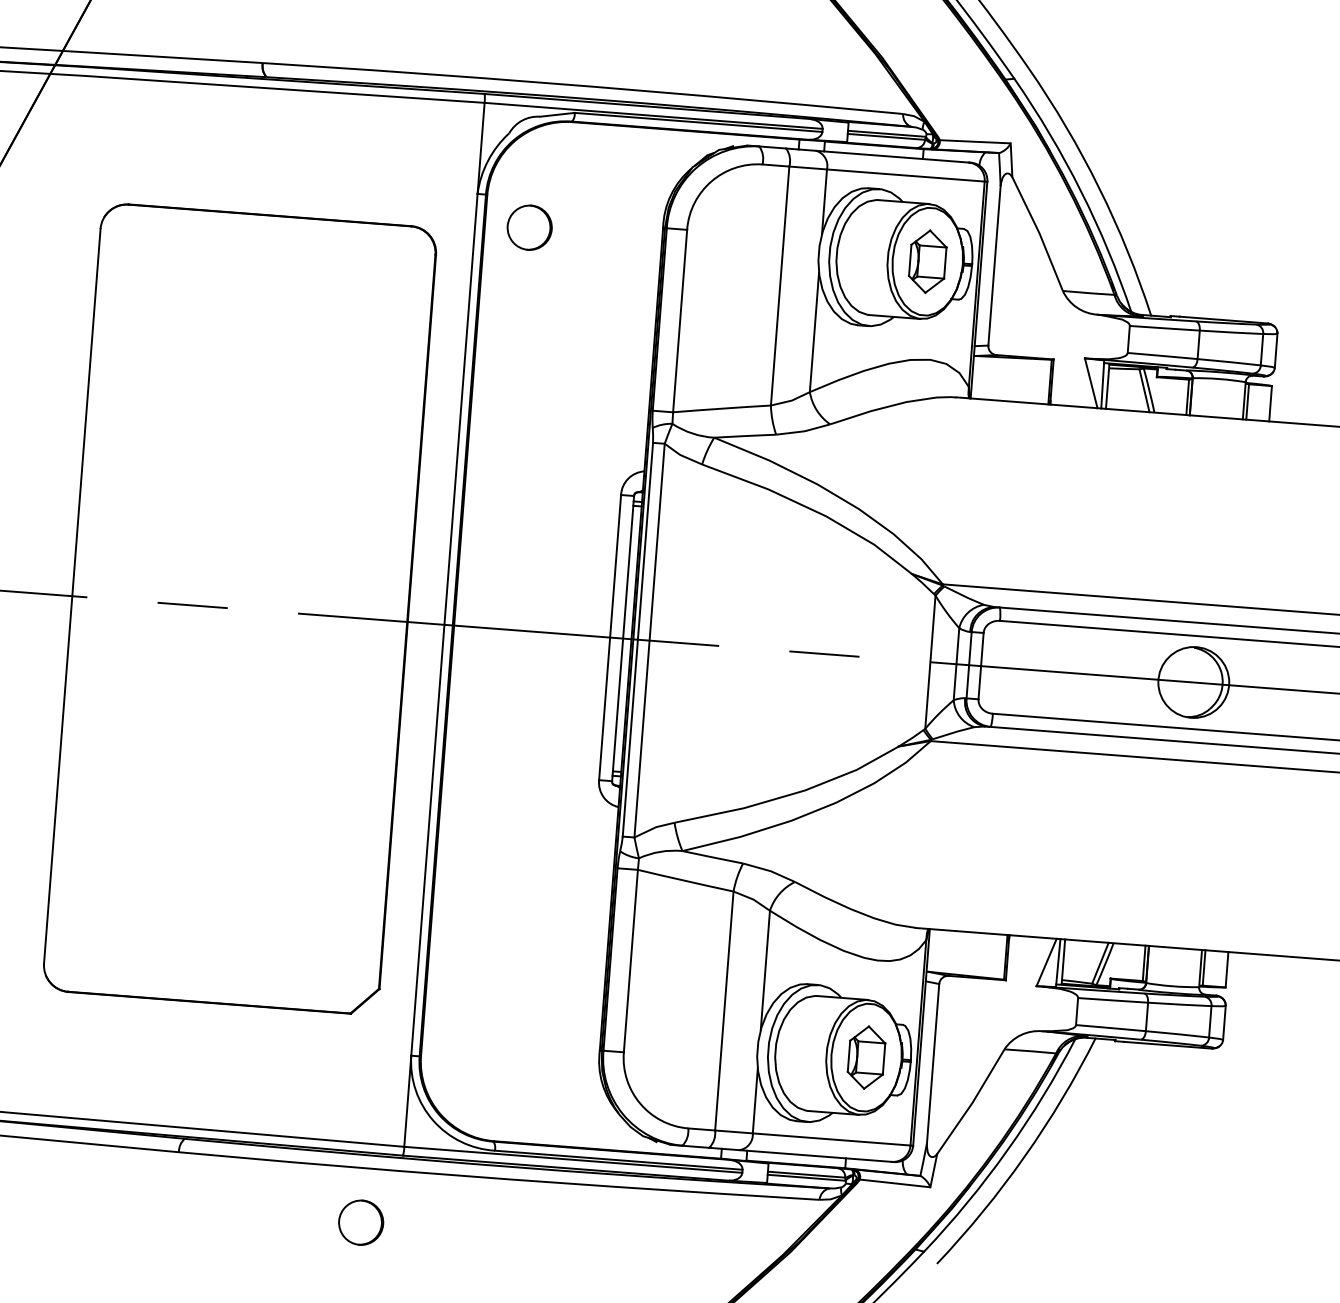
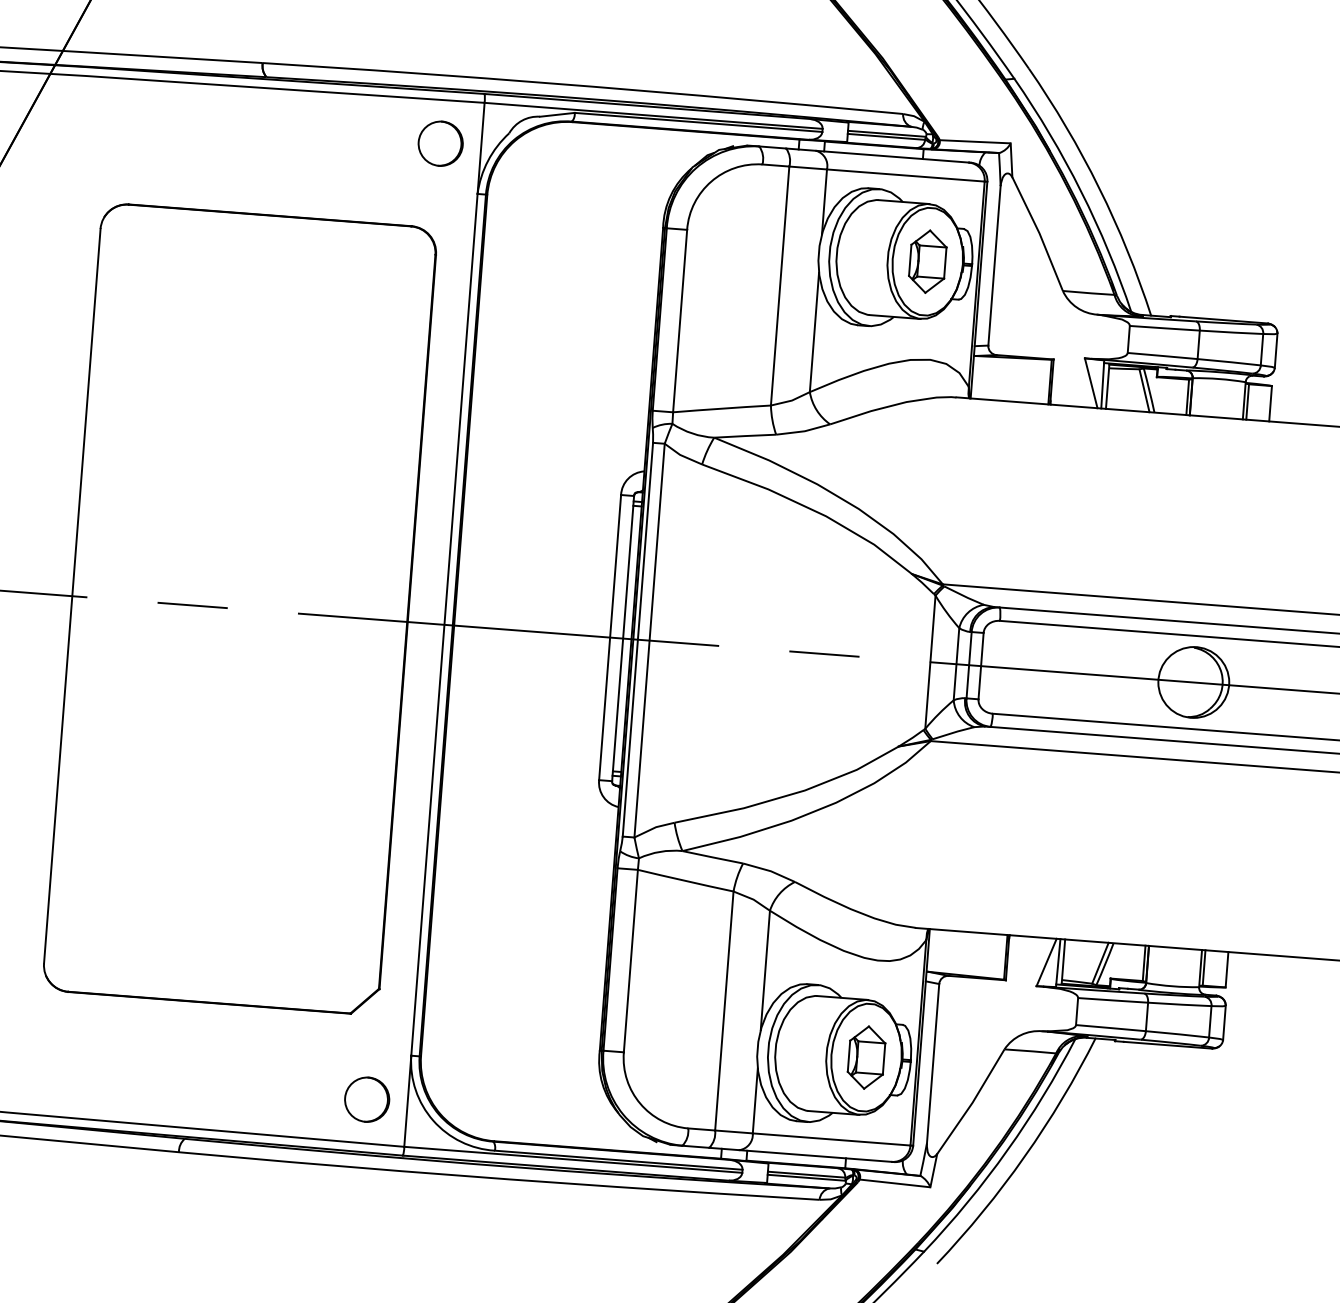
part at (529, 227) position: (529, 227) -> (440, 143)
part at (361, 1222) position: (361, 1222) -> (367, 1099)
